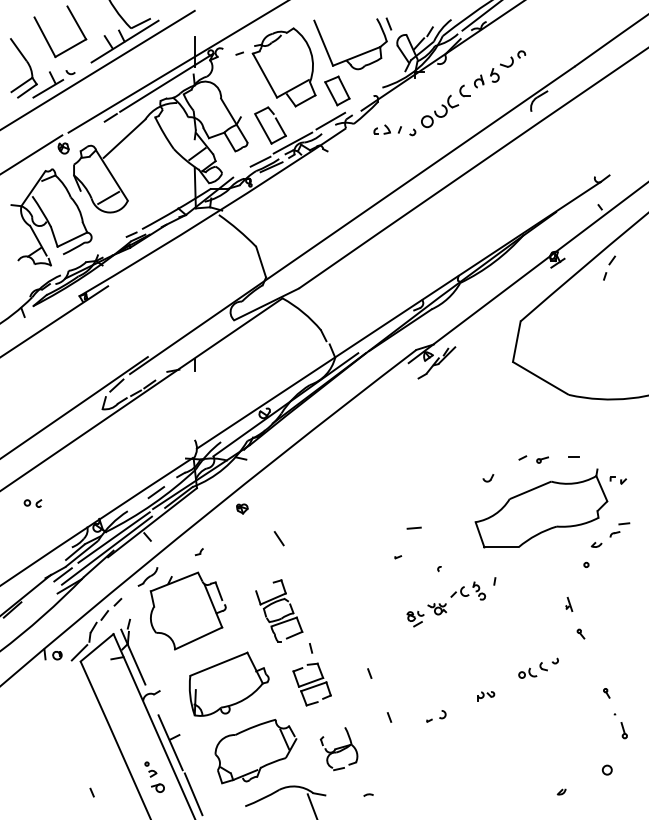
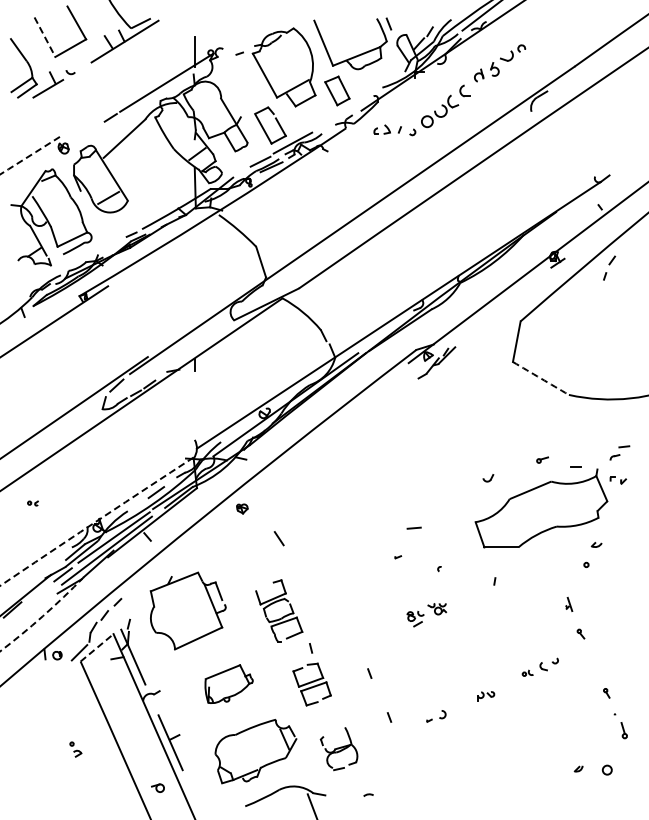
line at (45, 37): solid -> dashed
line at (176, 67): present -> none
line at (98, 69): present -> none
part at (500, 69) position: (500, 69) -> (500, 63)
line at (330, 120): present -> none
arc at (31, 154): solid -> dashed
arc at (540, 378): solid -> dashed
line at (573, 456) position: (573, 456) -> (575, 466)
line at (522, 457): present -> none
part at (32, 503) size: 20x9 px -> 12x7 px
arc at (96, 521): solid -> dashed
part at (619, 529) position: (619, 529) -> (619, 452)
part at (198, 552): present -> none
part at (147, 576): present -> none
part at (468, 590): present -> none
arc at (43, 615): solid -> dashed
line at (97, 647): solid -> dashed
part at (527, 672) size: 20x12 px -> 13x8 px
part at (228, 683) size: 82x66 px -> 50x40 px
part at (150, 769) position: (150, 769) -> (75, 749)
part at (561, 791) position: (561, 791) -> (578, 768)
line at (91, 792): present -> none
line at (193, 794): present -> none
